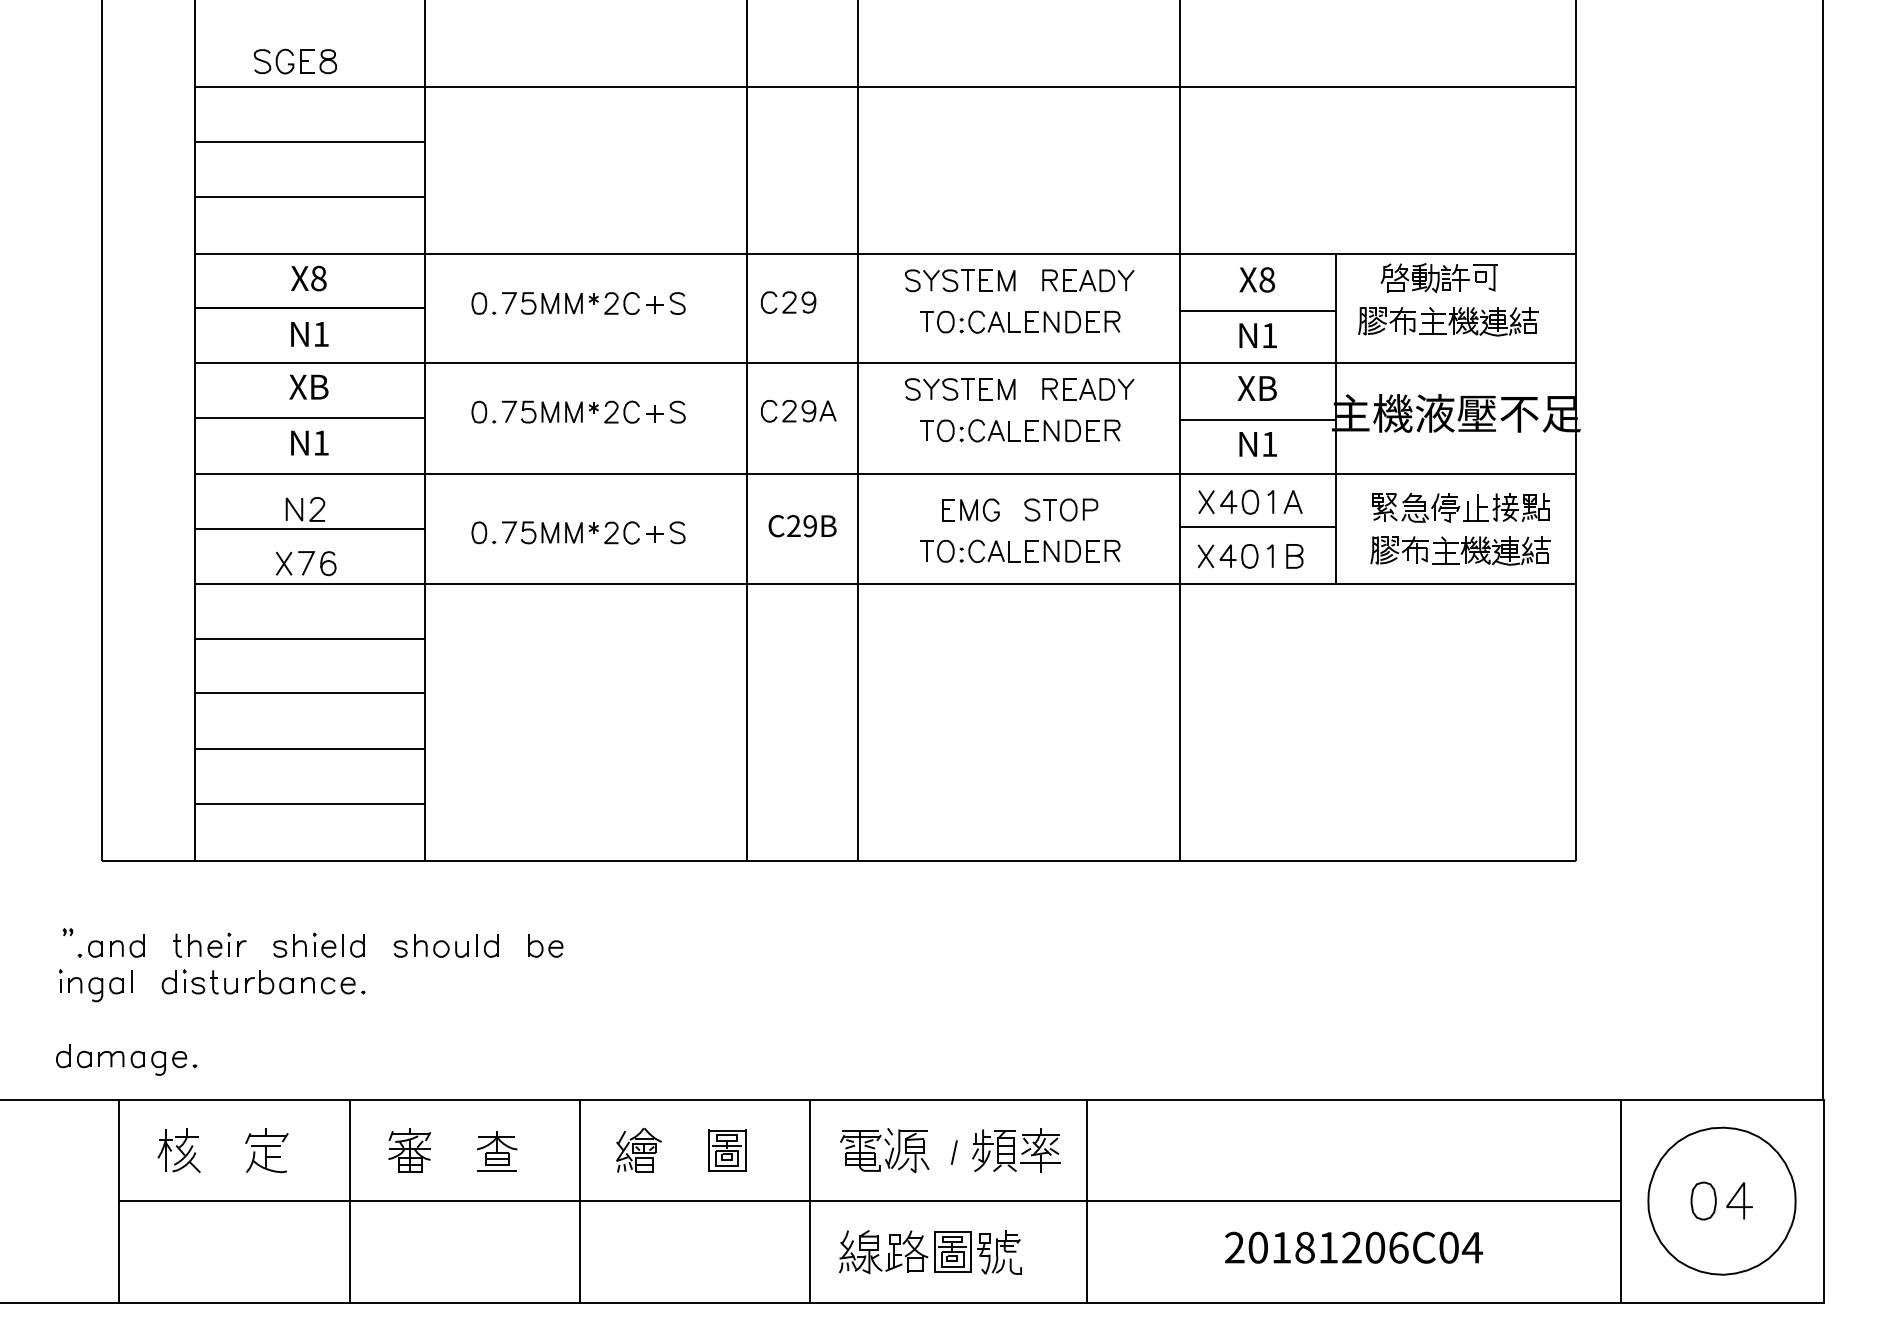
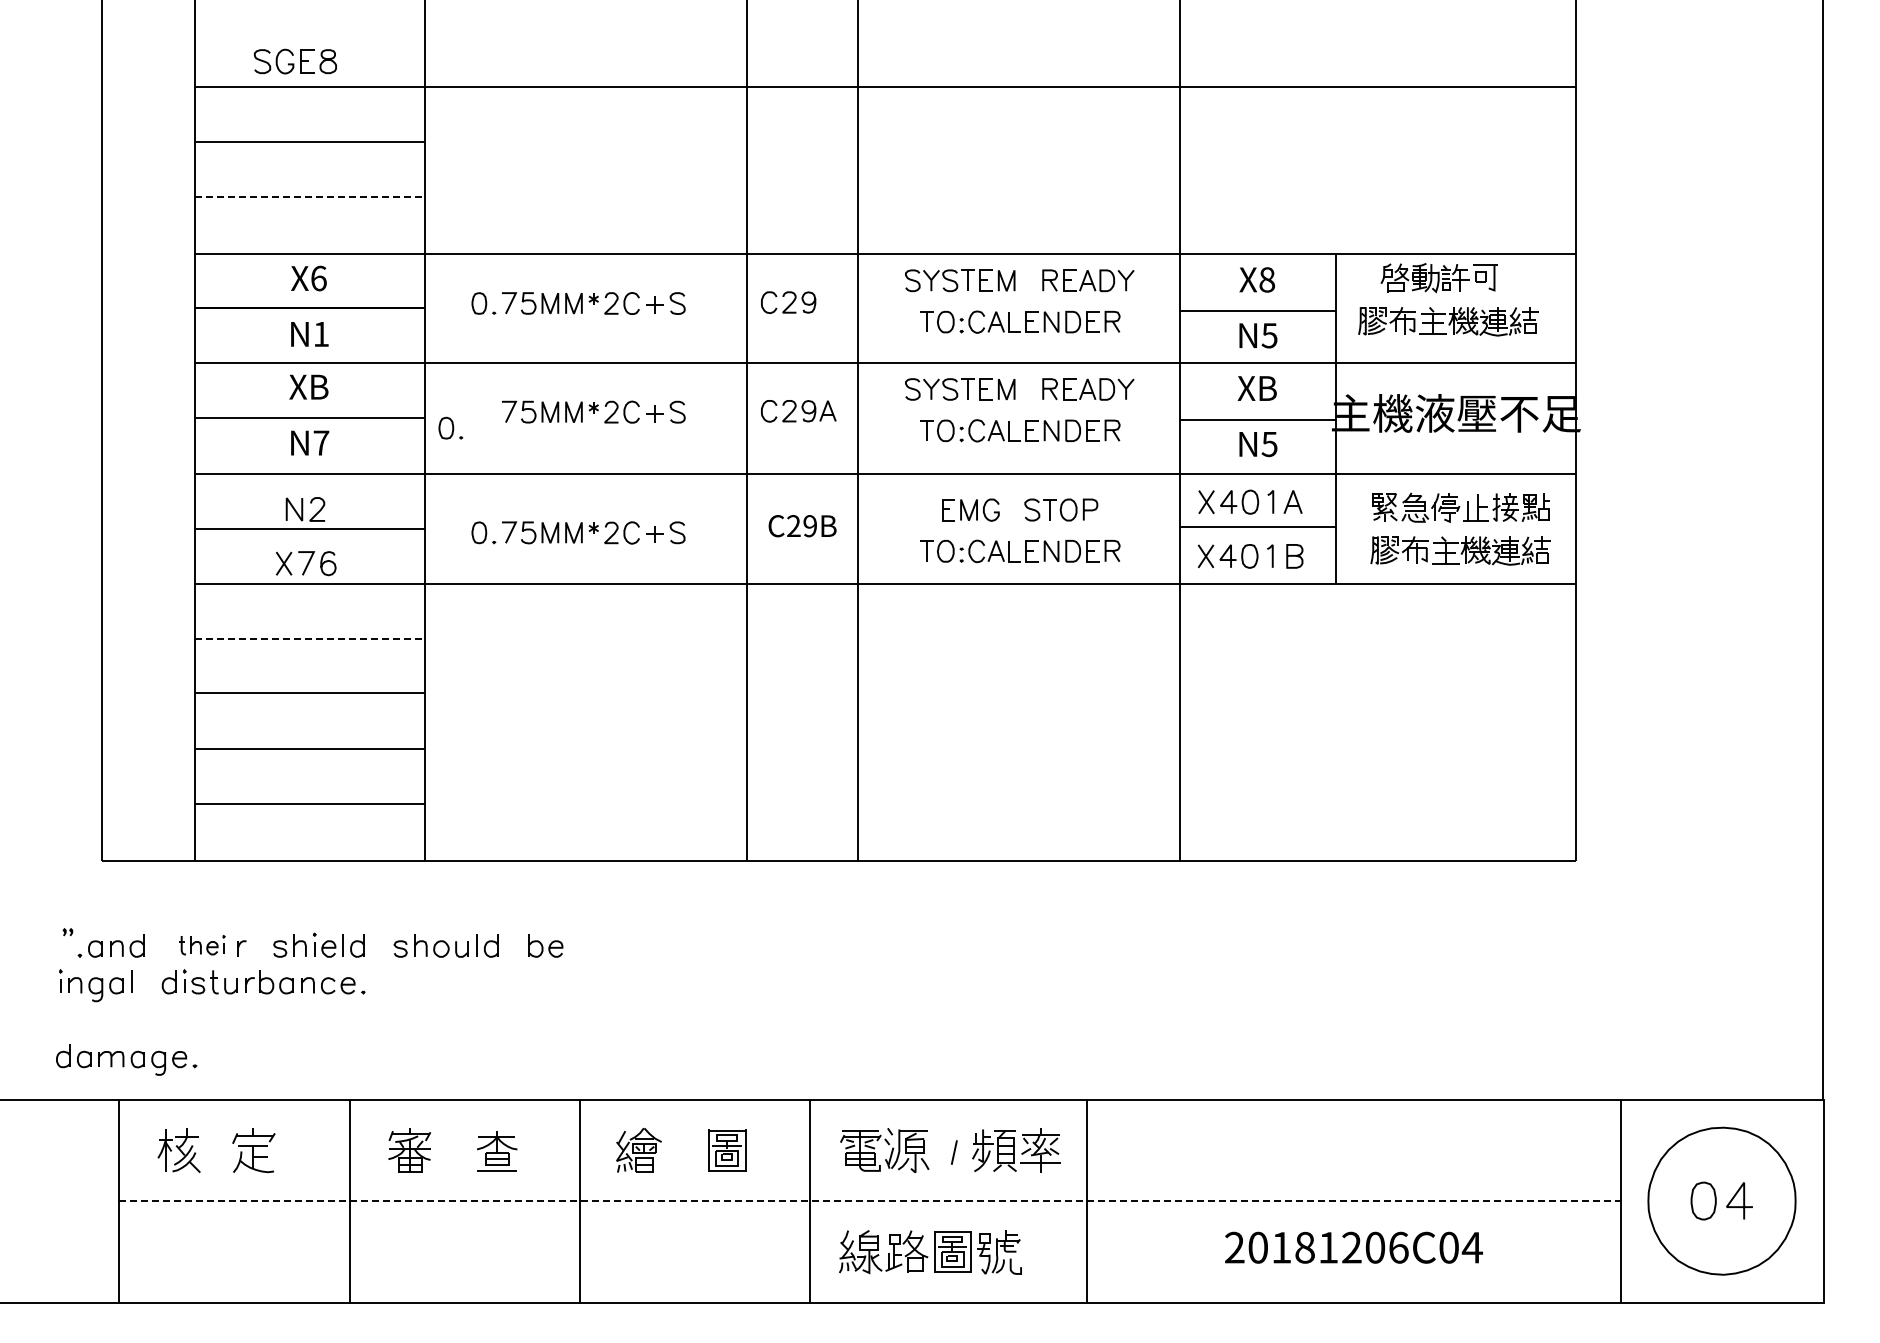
line at (310, 197): solid -> dashed
text at (318, 278): X8 -> X6
text at (1269, 335): N1 -> N5
part at (483, 411) position: (483, 411) -> (450, 427)
text at (321, 442): N1 -> N7
text at (1269, 444): N1 -> N5
line at (310, 639): solid -> dashed
part at (202, 944) size: 59x26 px -> 47x21 px
part at (266, 1150) position: (266, 1150) -> (253, 1150)
line at (870, 1201): solid -> dashed
